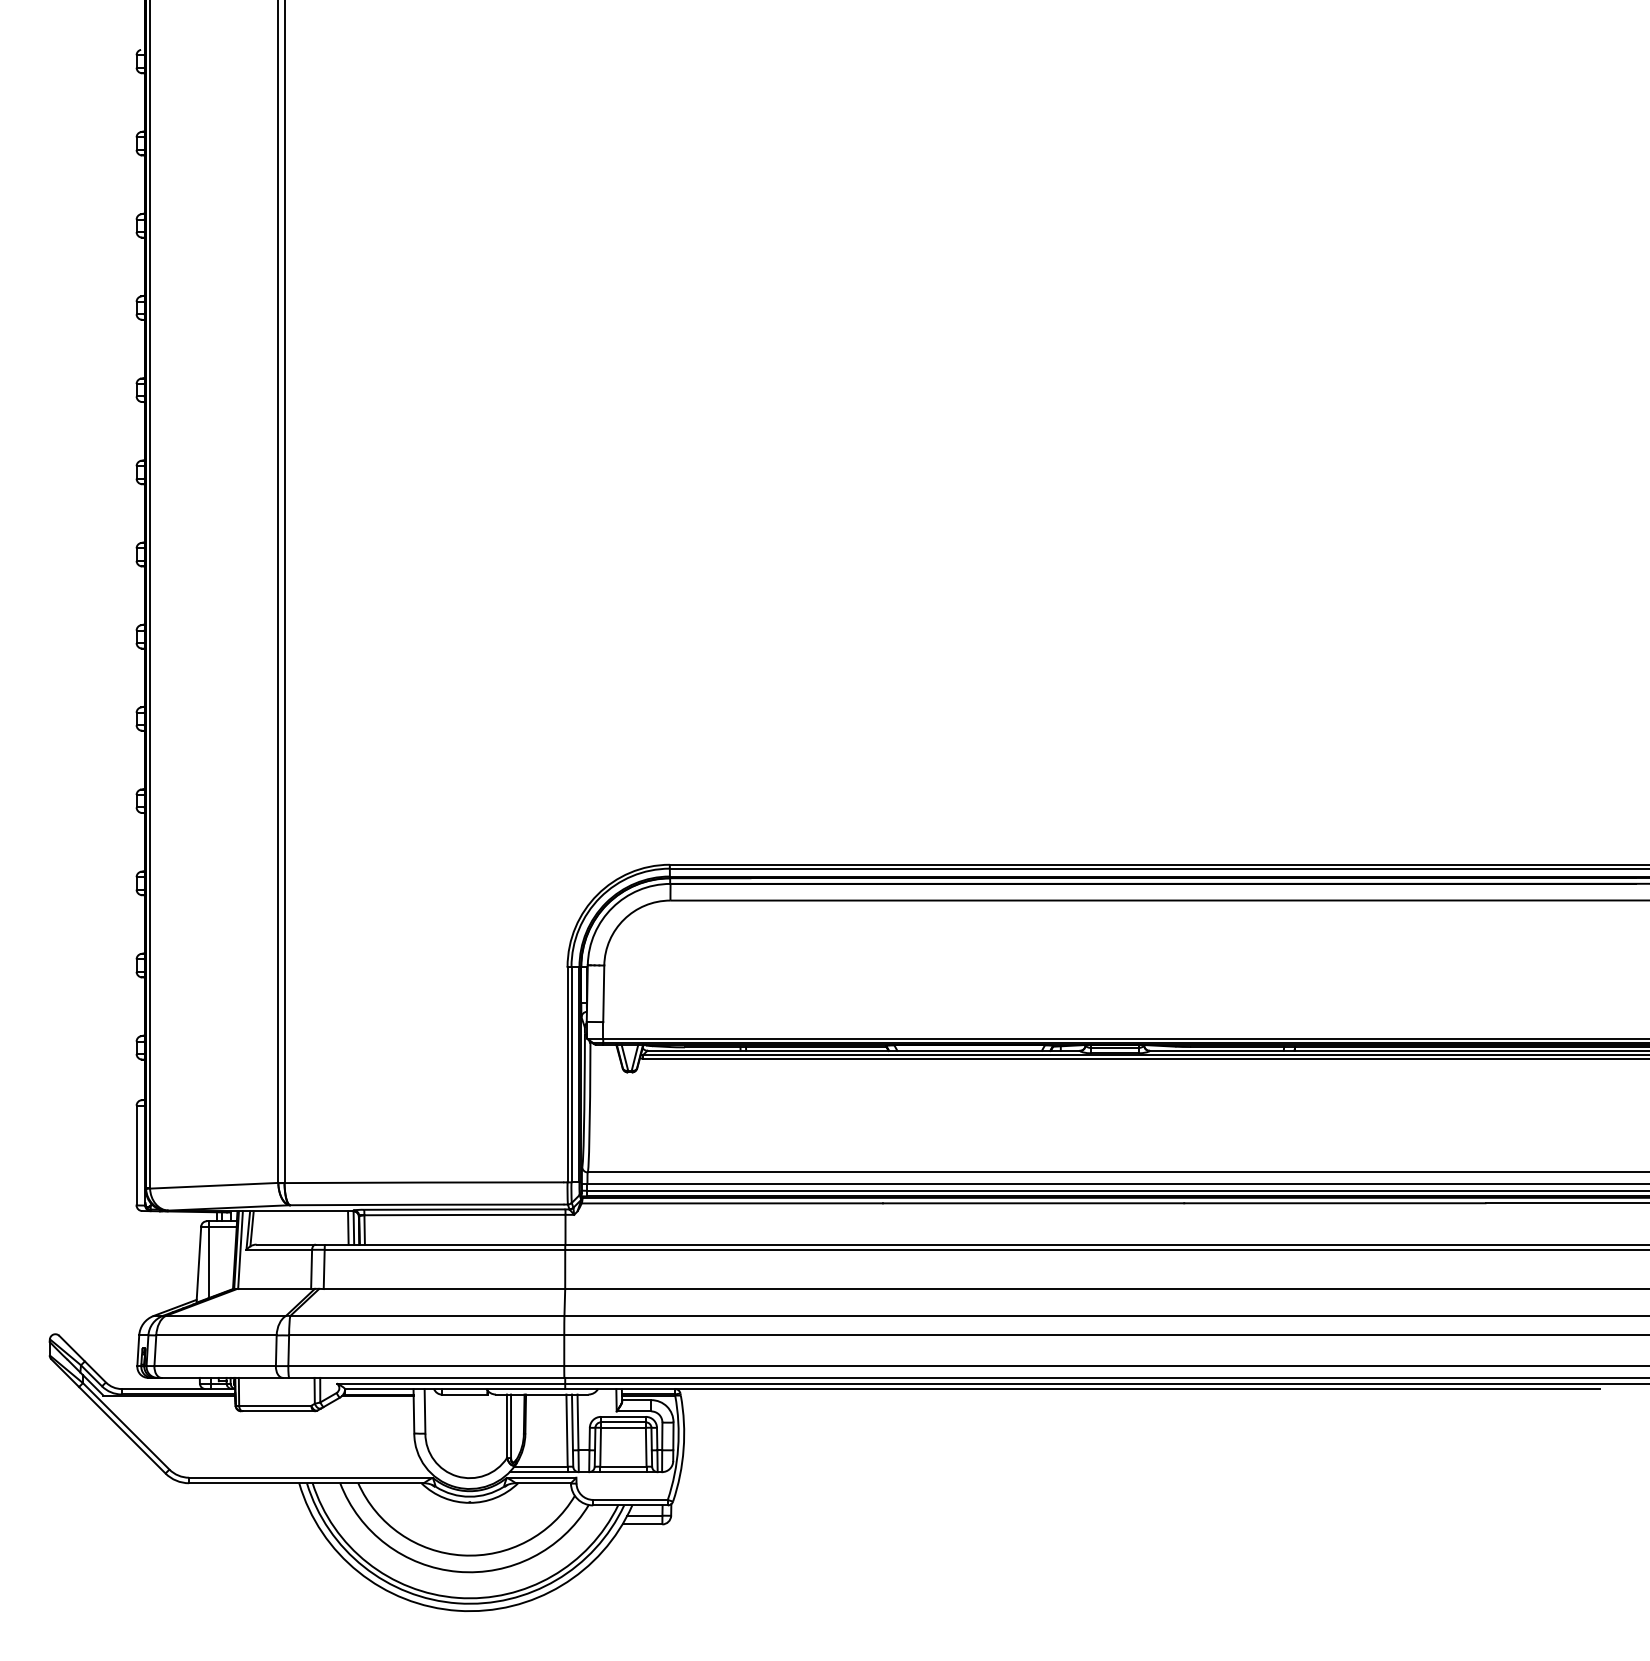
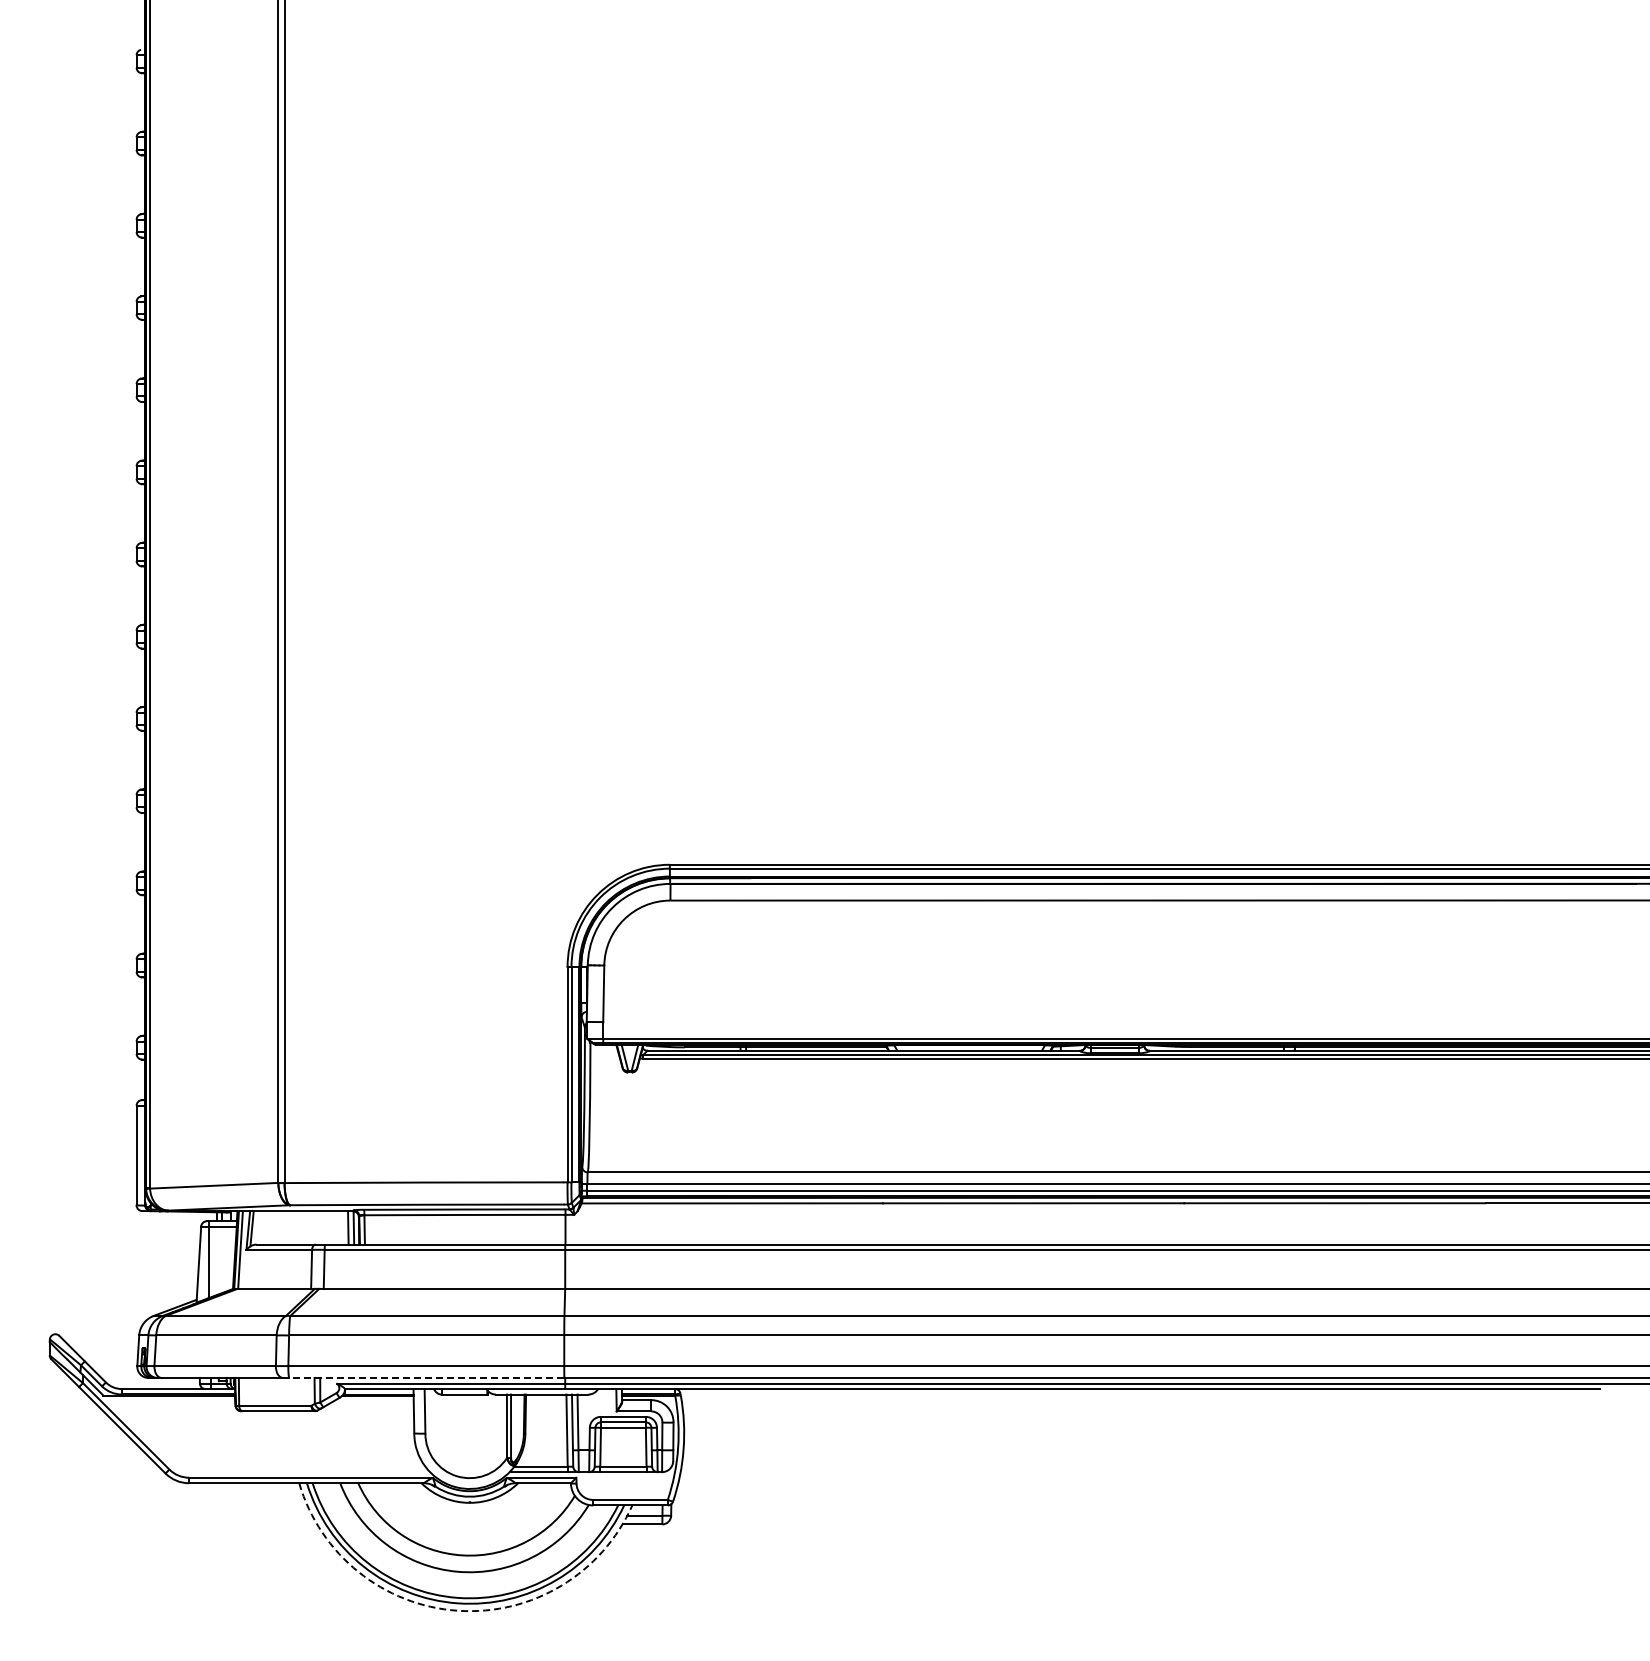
line at (426, 1377): solid -> dashed
arc at (458, 1610): solid -> dashed
